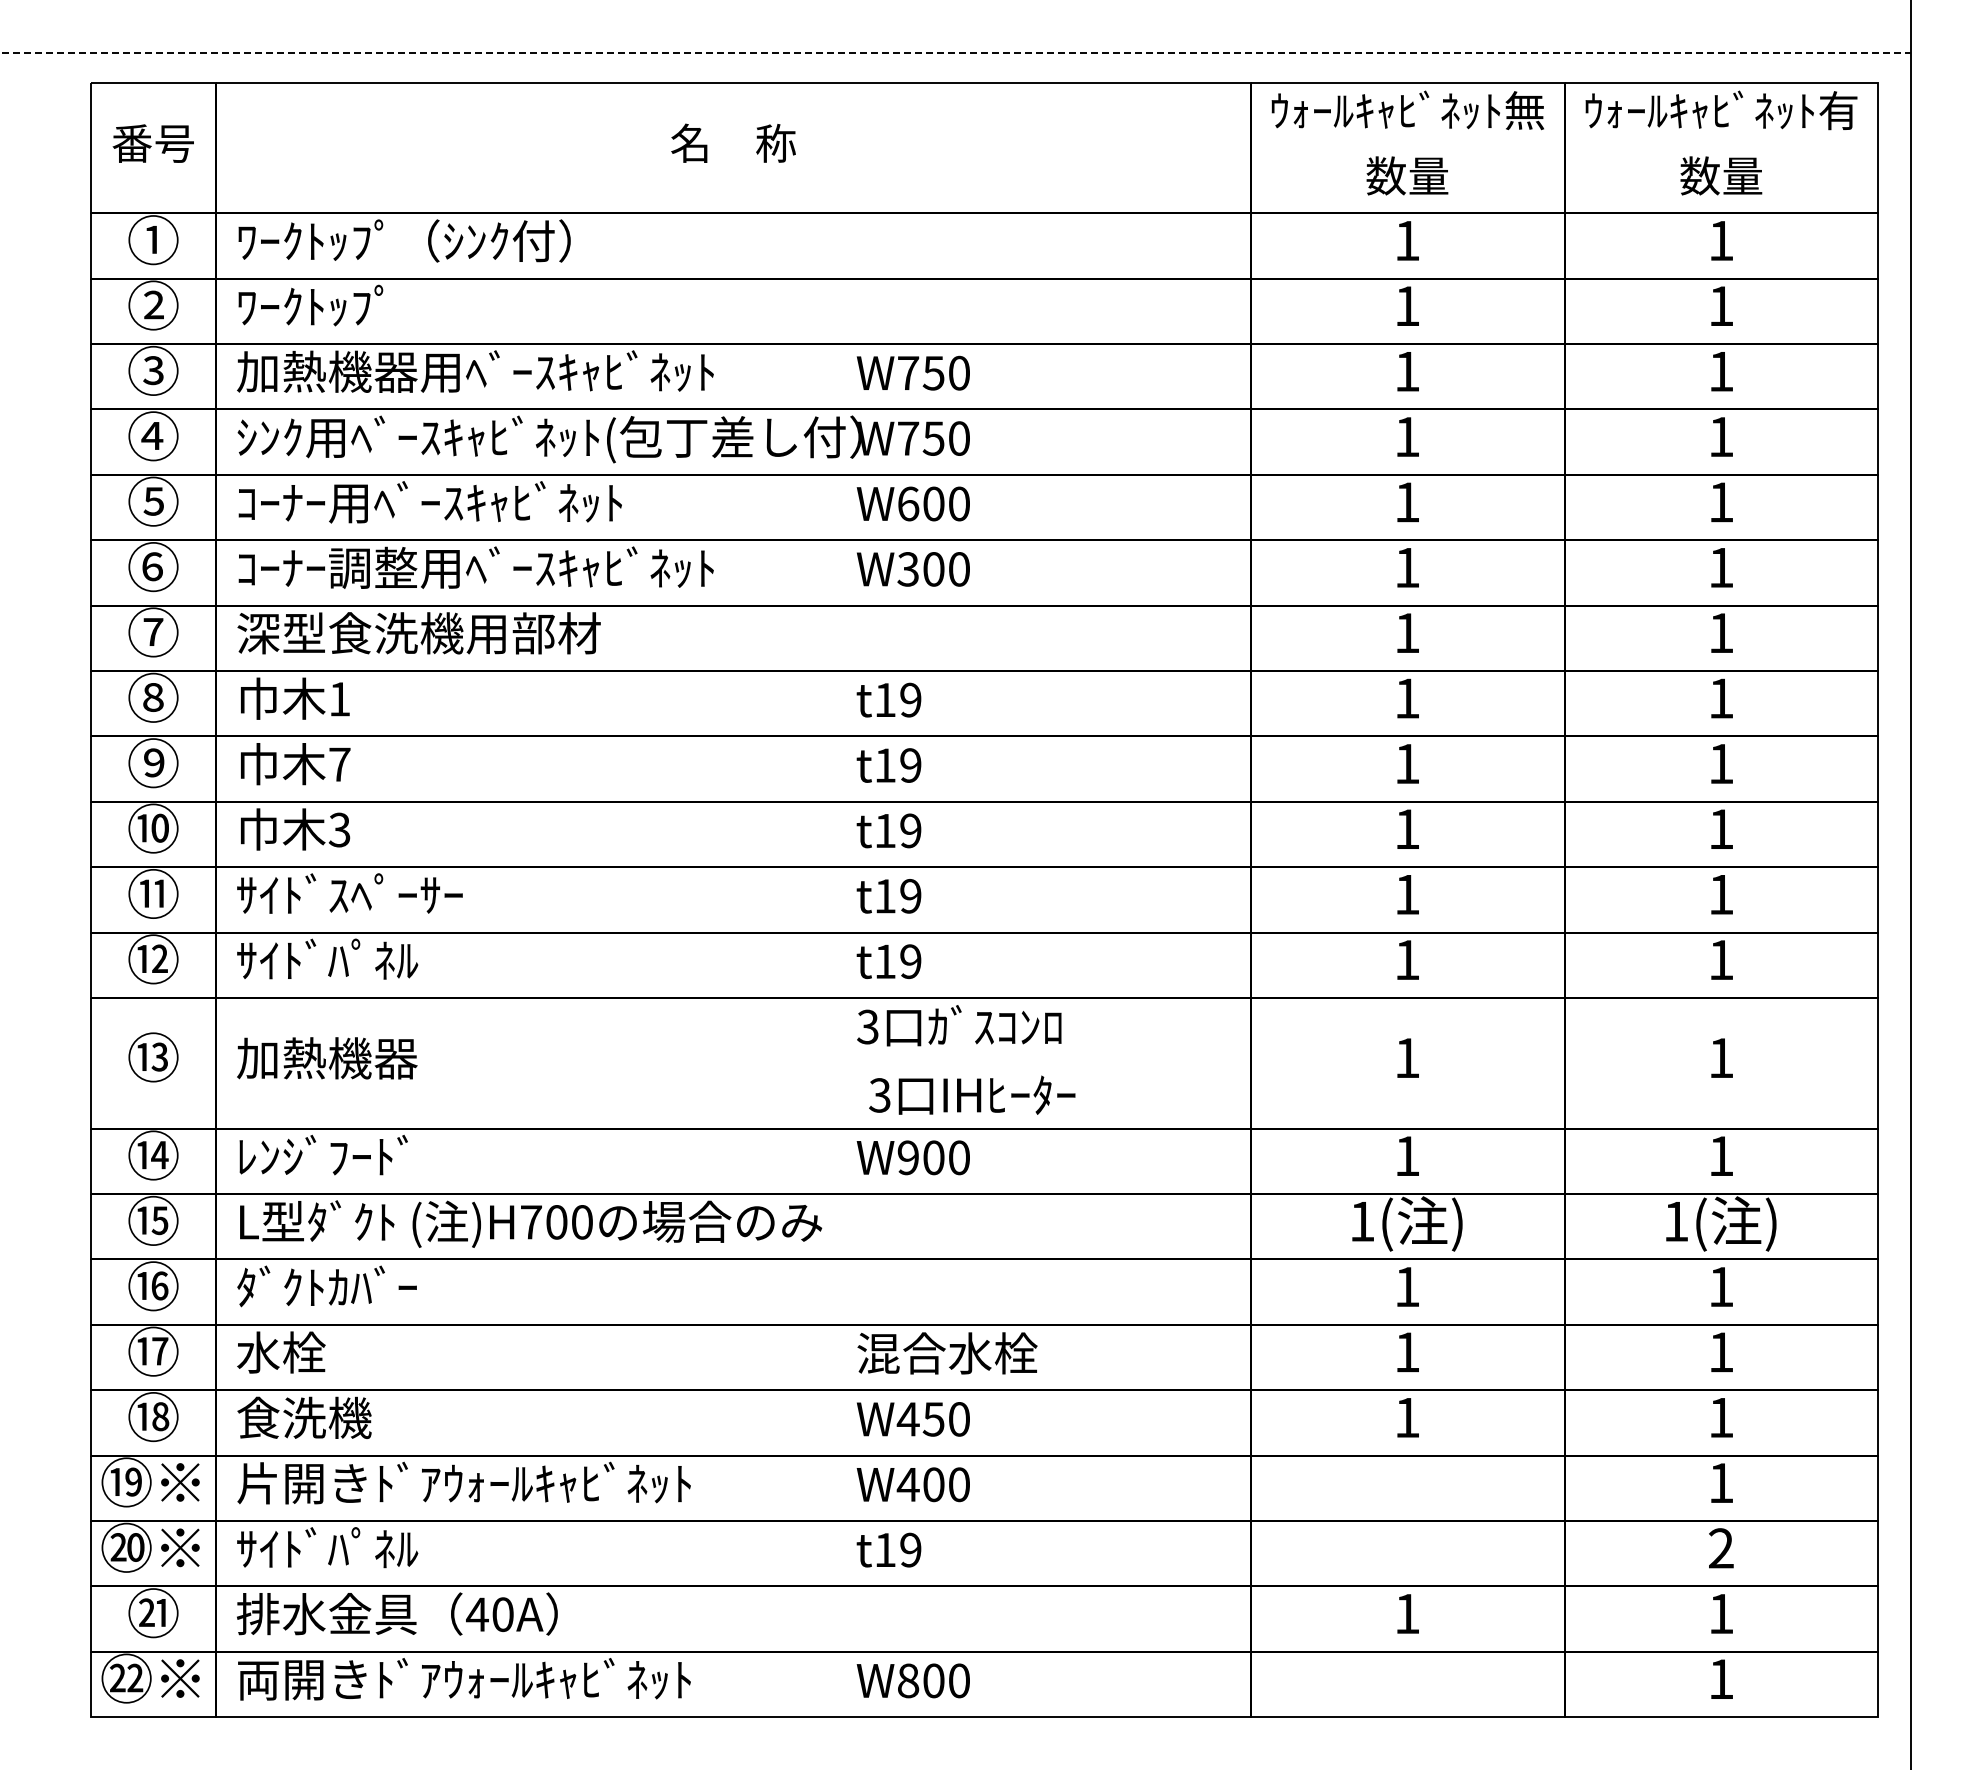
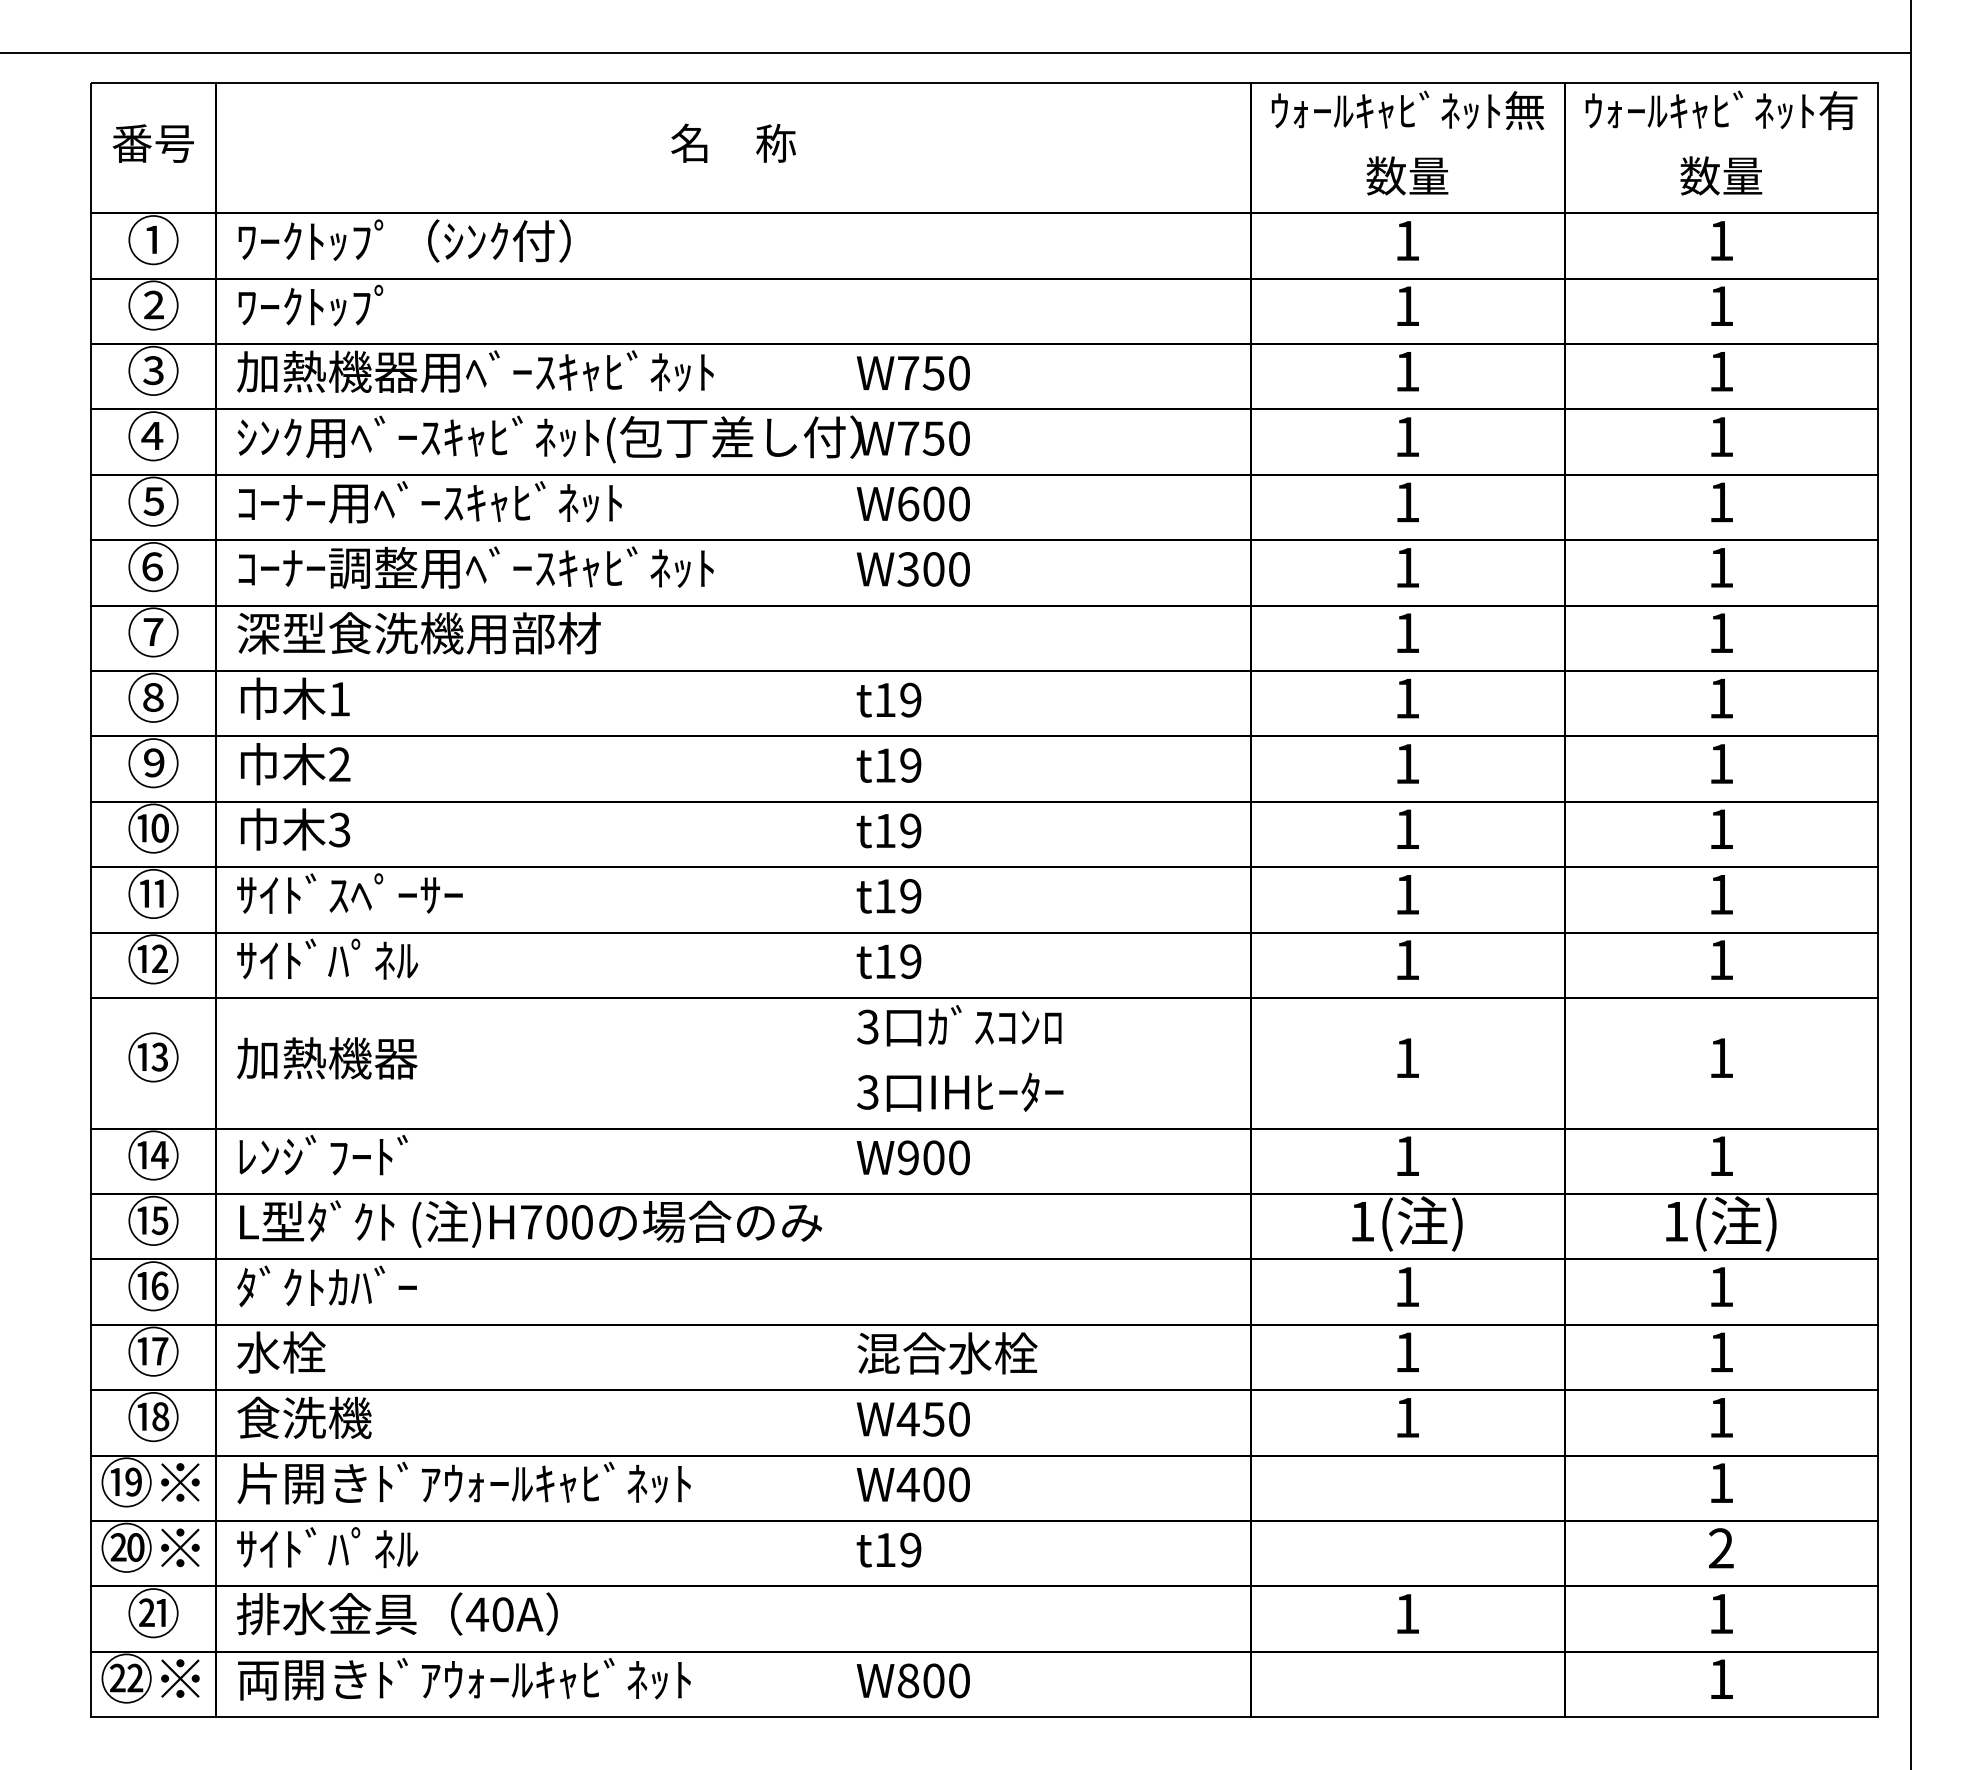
line at (956, 52): dashed -> solid
text at (339, 764): 7 -> 2
text at (972, 1094) position: (972, 1094) -> (960, 1091)
